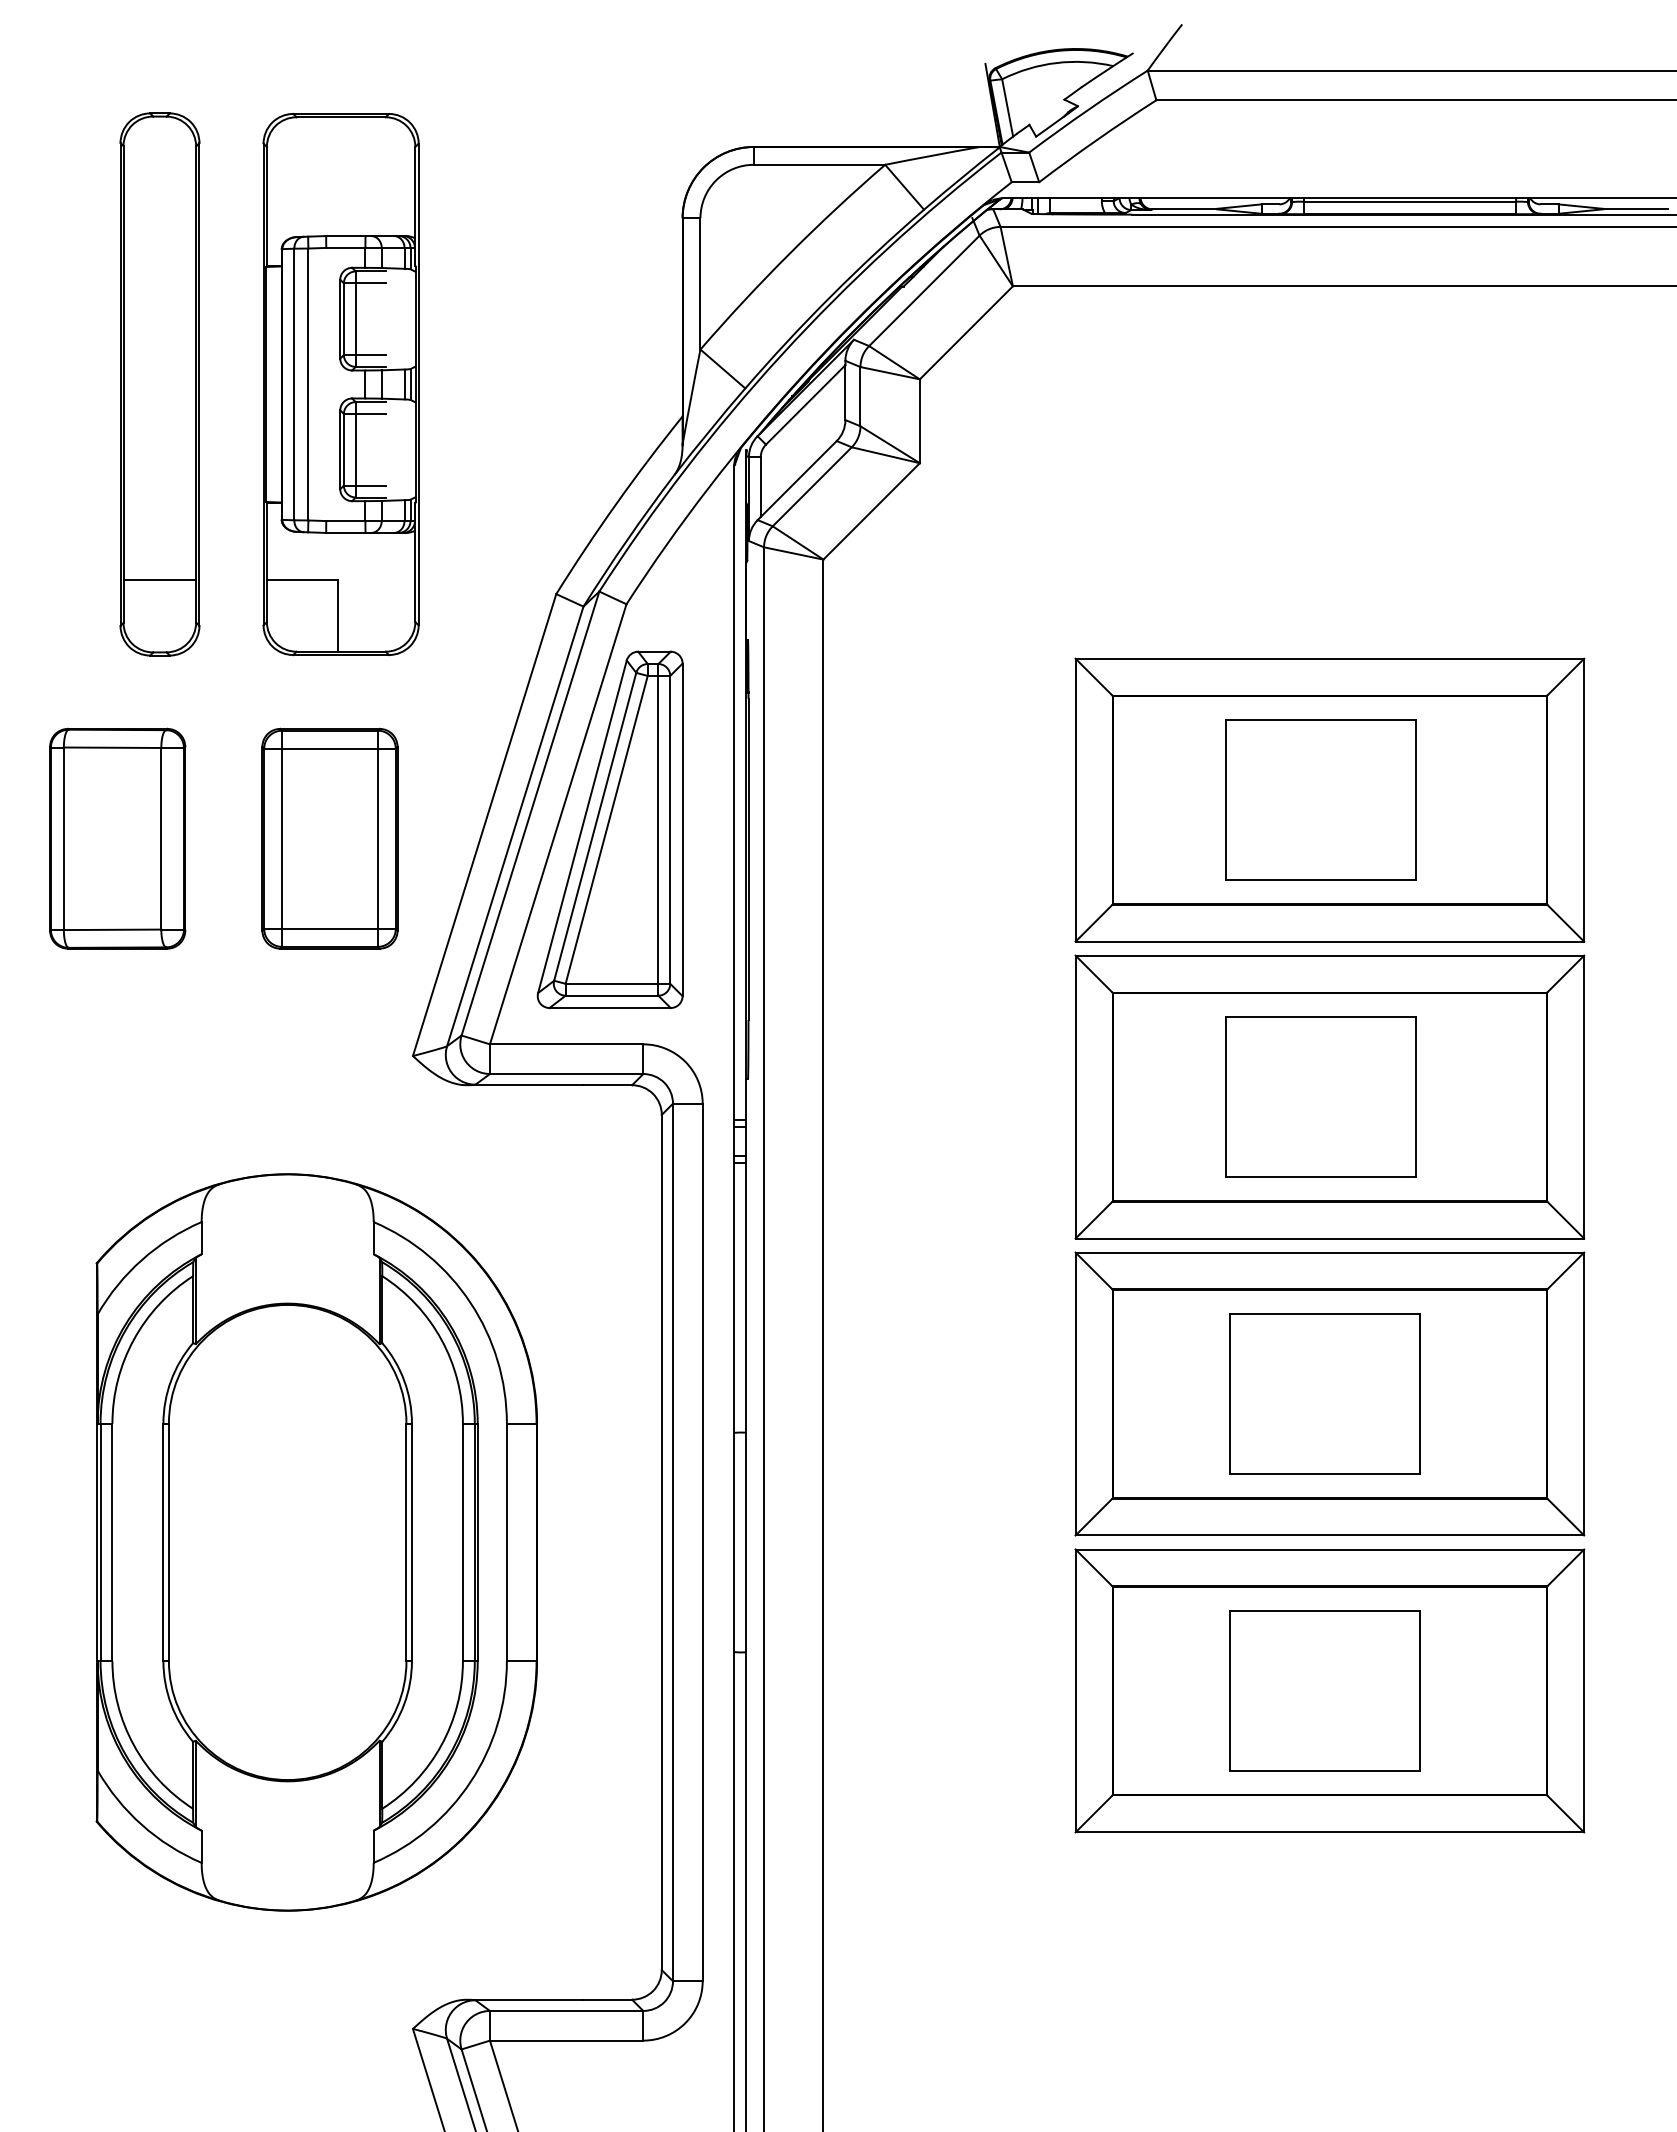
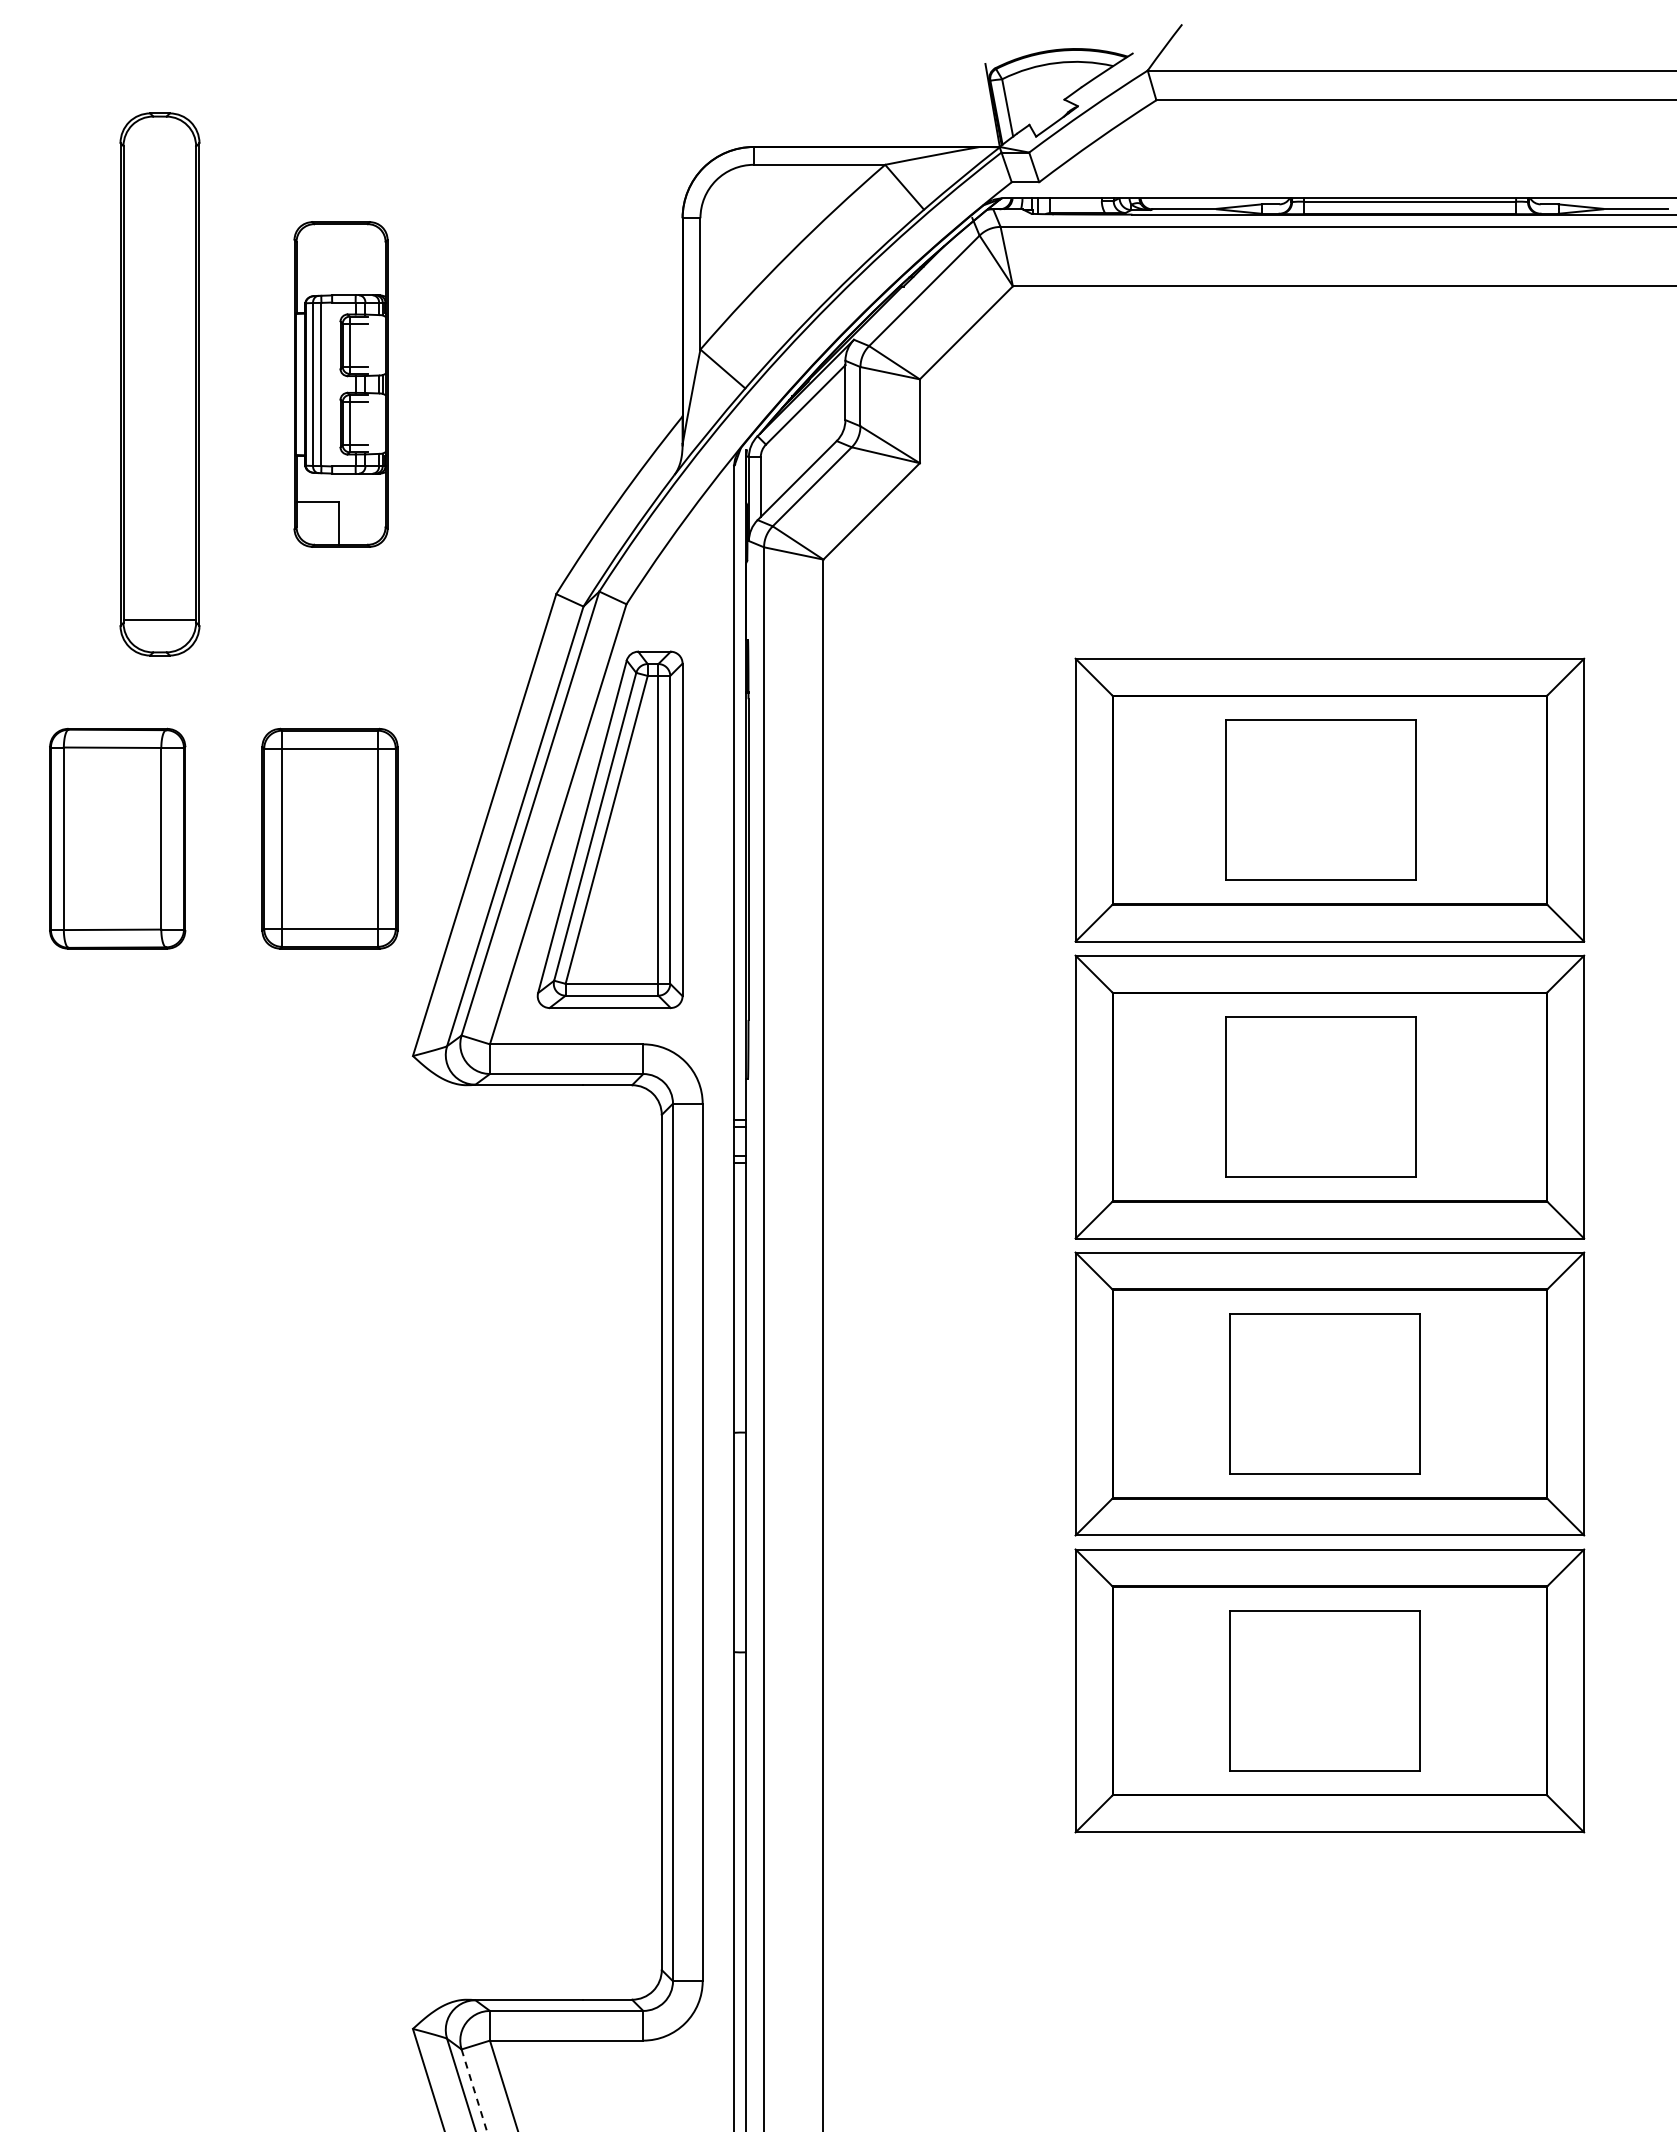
part at (340, 384) size: 158x545 px -> 96x327 px
line at (159, 580) position: (159, 580) -> (159, 620)
part at (316, 1542): present -> none
line at (474, 2090): solid -> dashed
